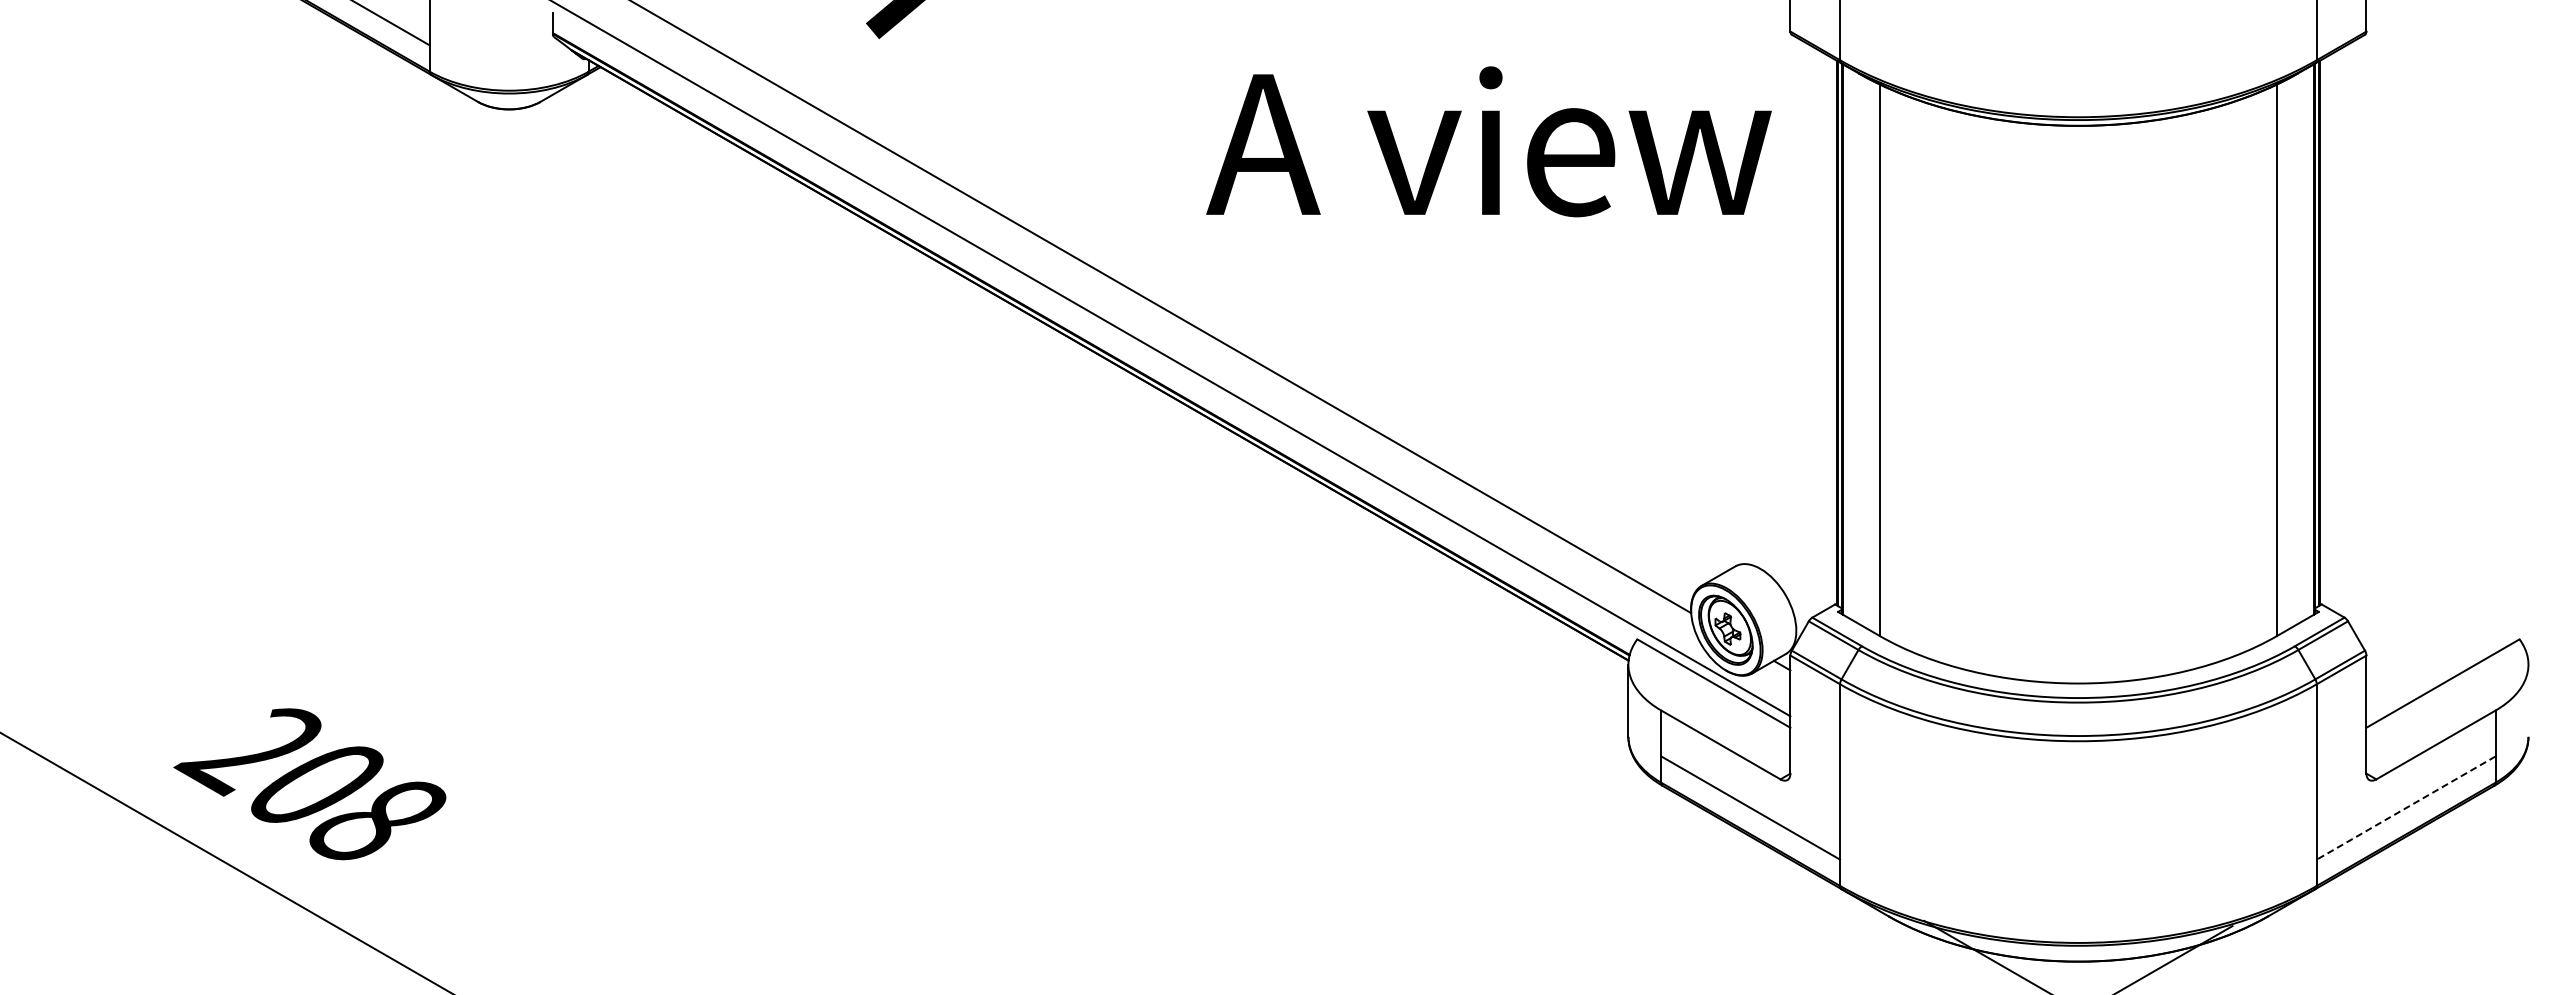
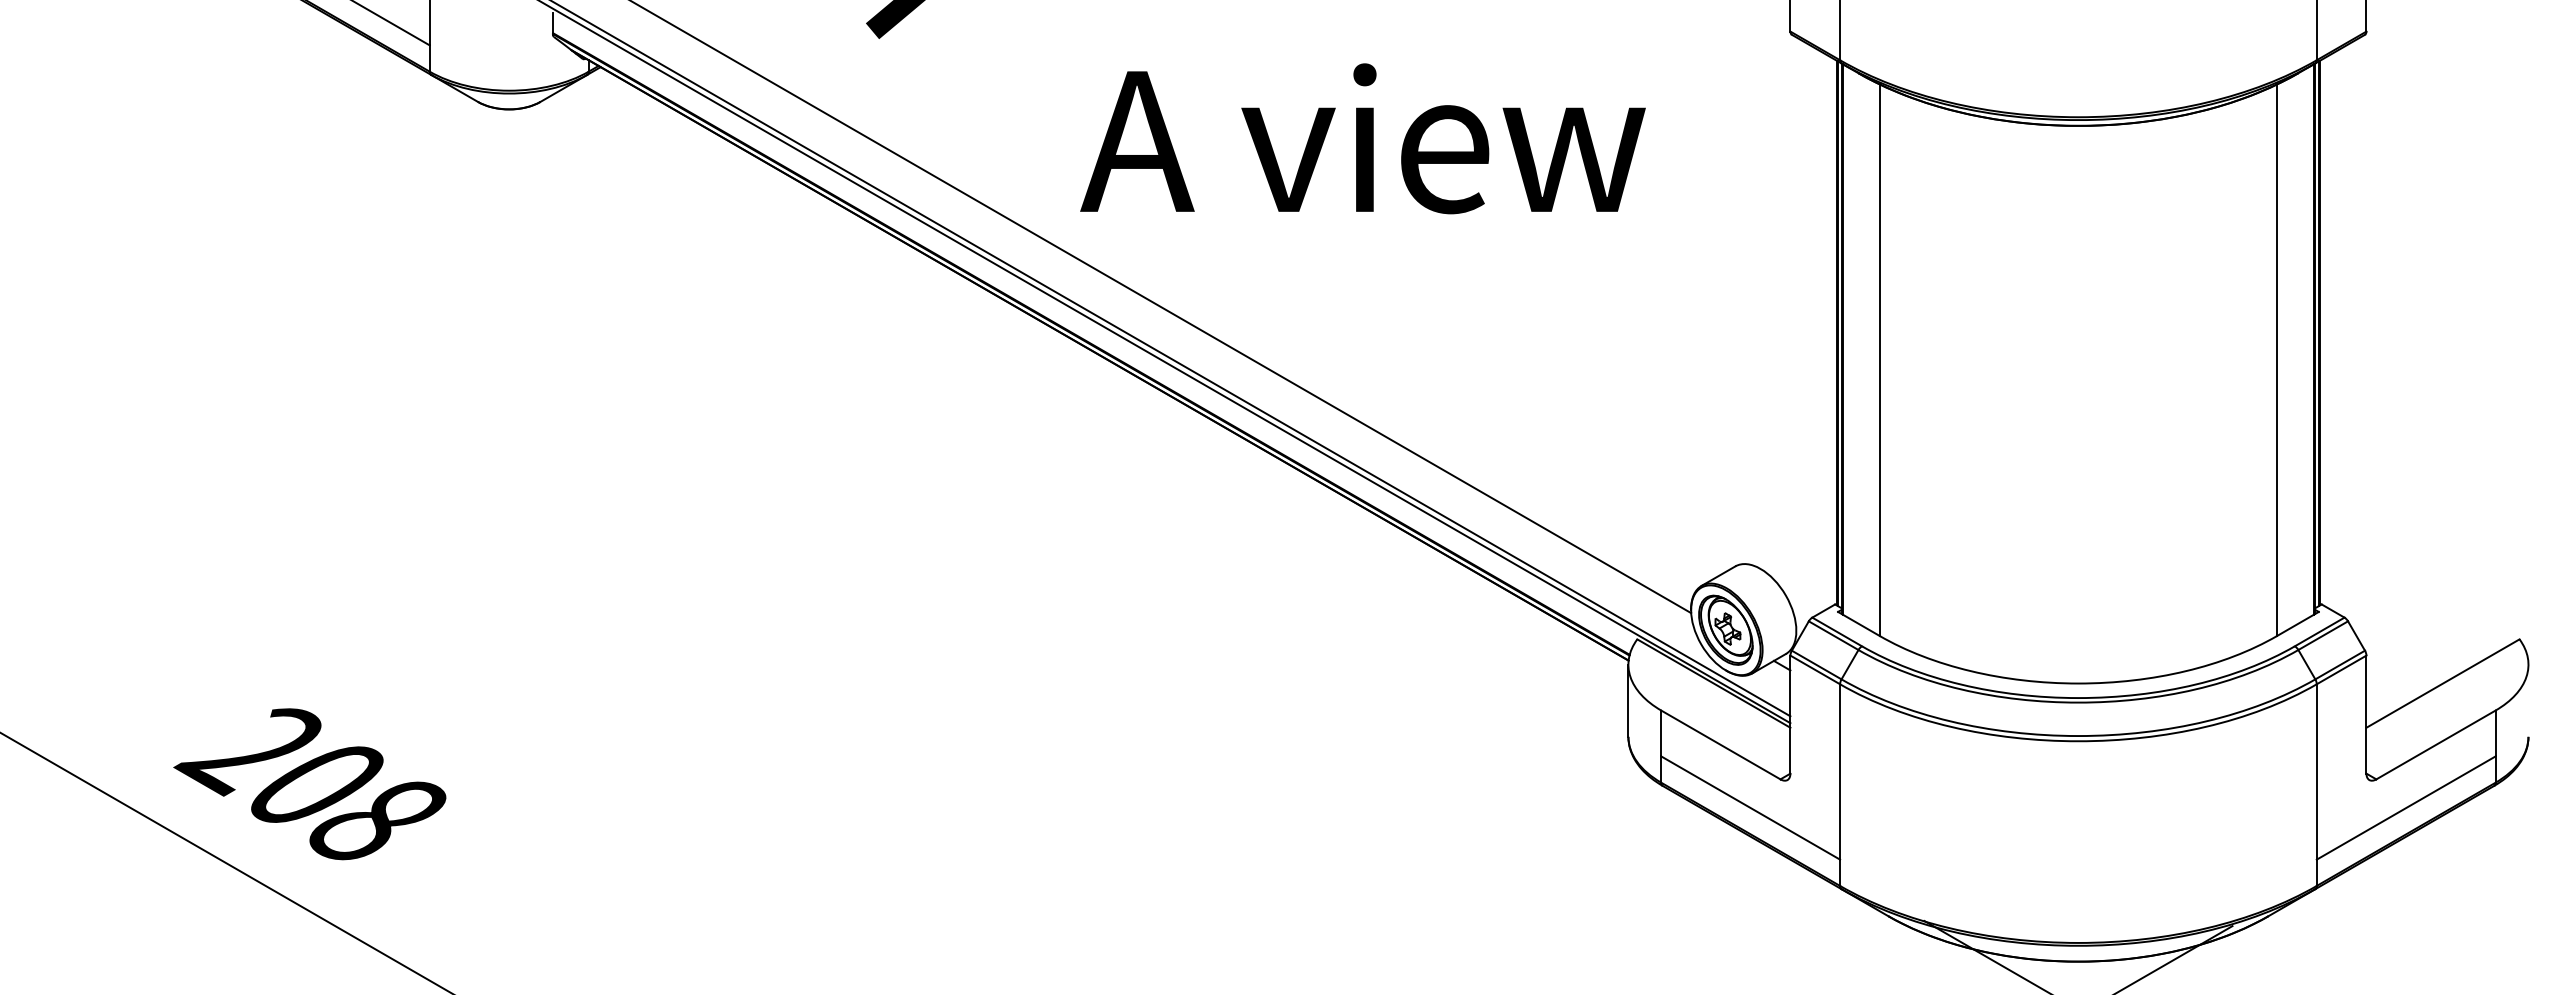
text at (1488, 141) position: (1488, 141) -> (1362, 138)
line at (1165, 362): none -> present
line at (2405, 808): dashed -> solid
